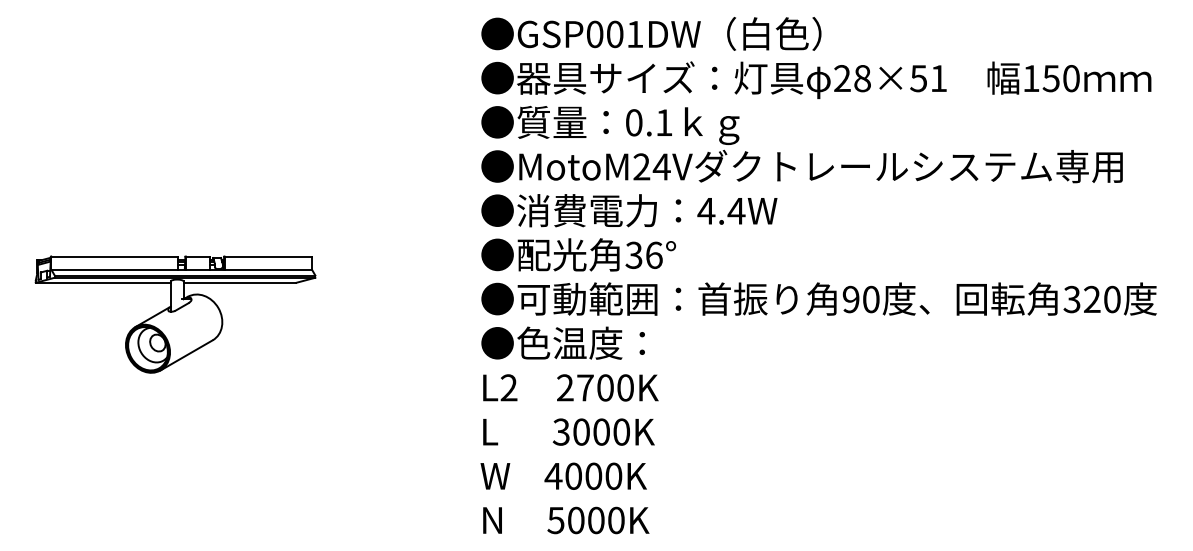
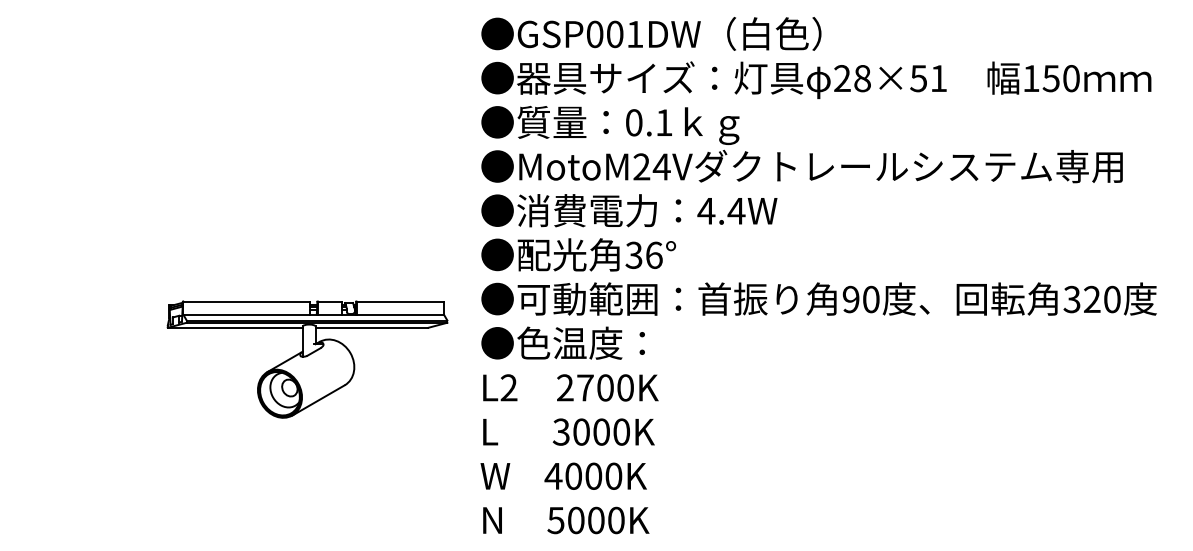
part at (175, 314) position: (175, 314) -> (307, 359)
